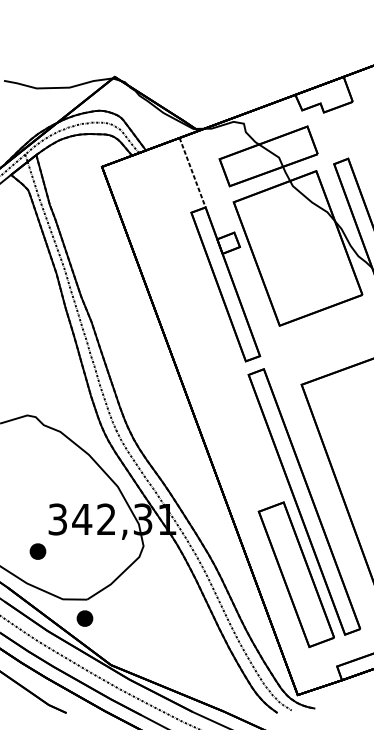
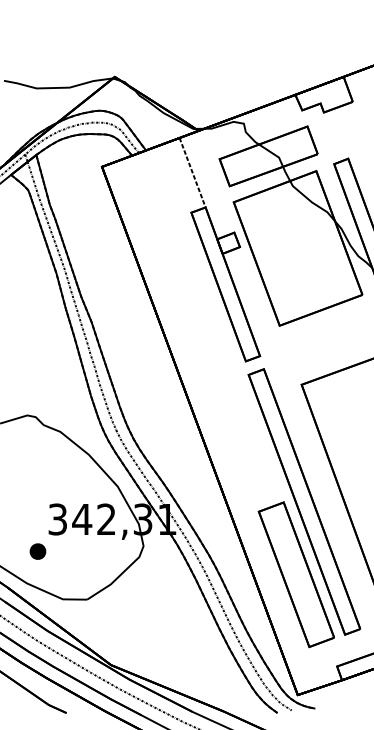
part at (84, 618): present -> none
